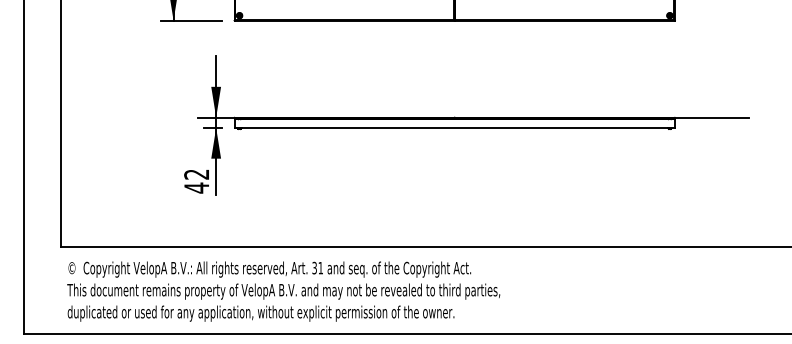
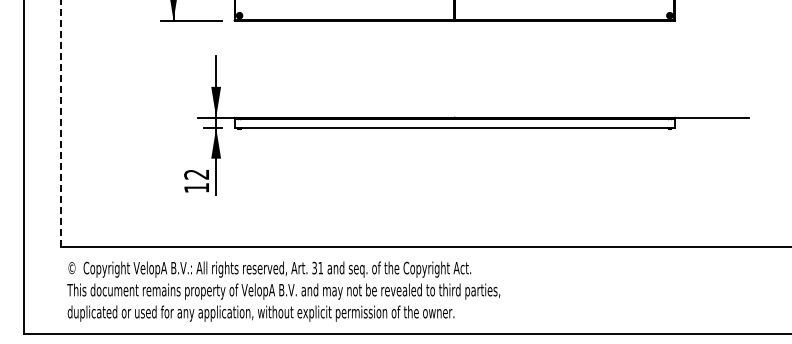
line at (60, 123): solid -> dashed
text at (196, 187): 42 -> 12
